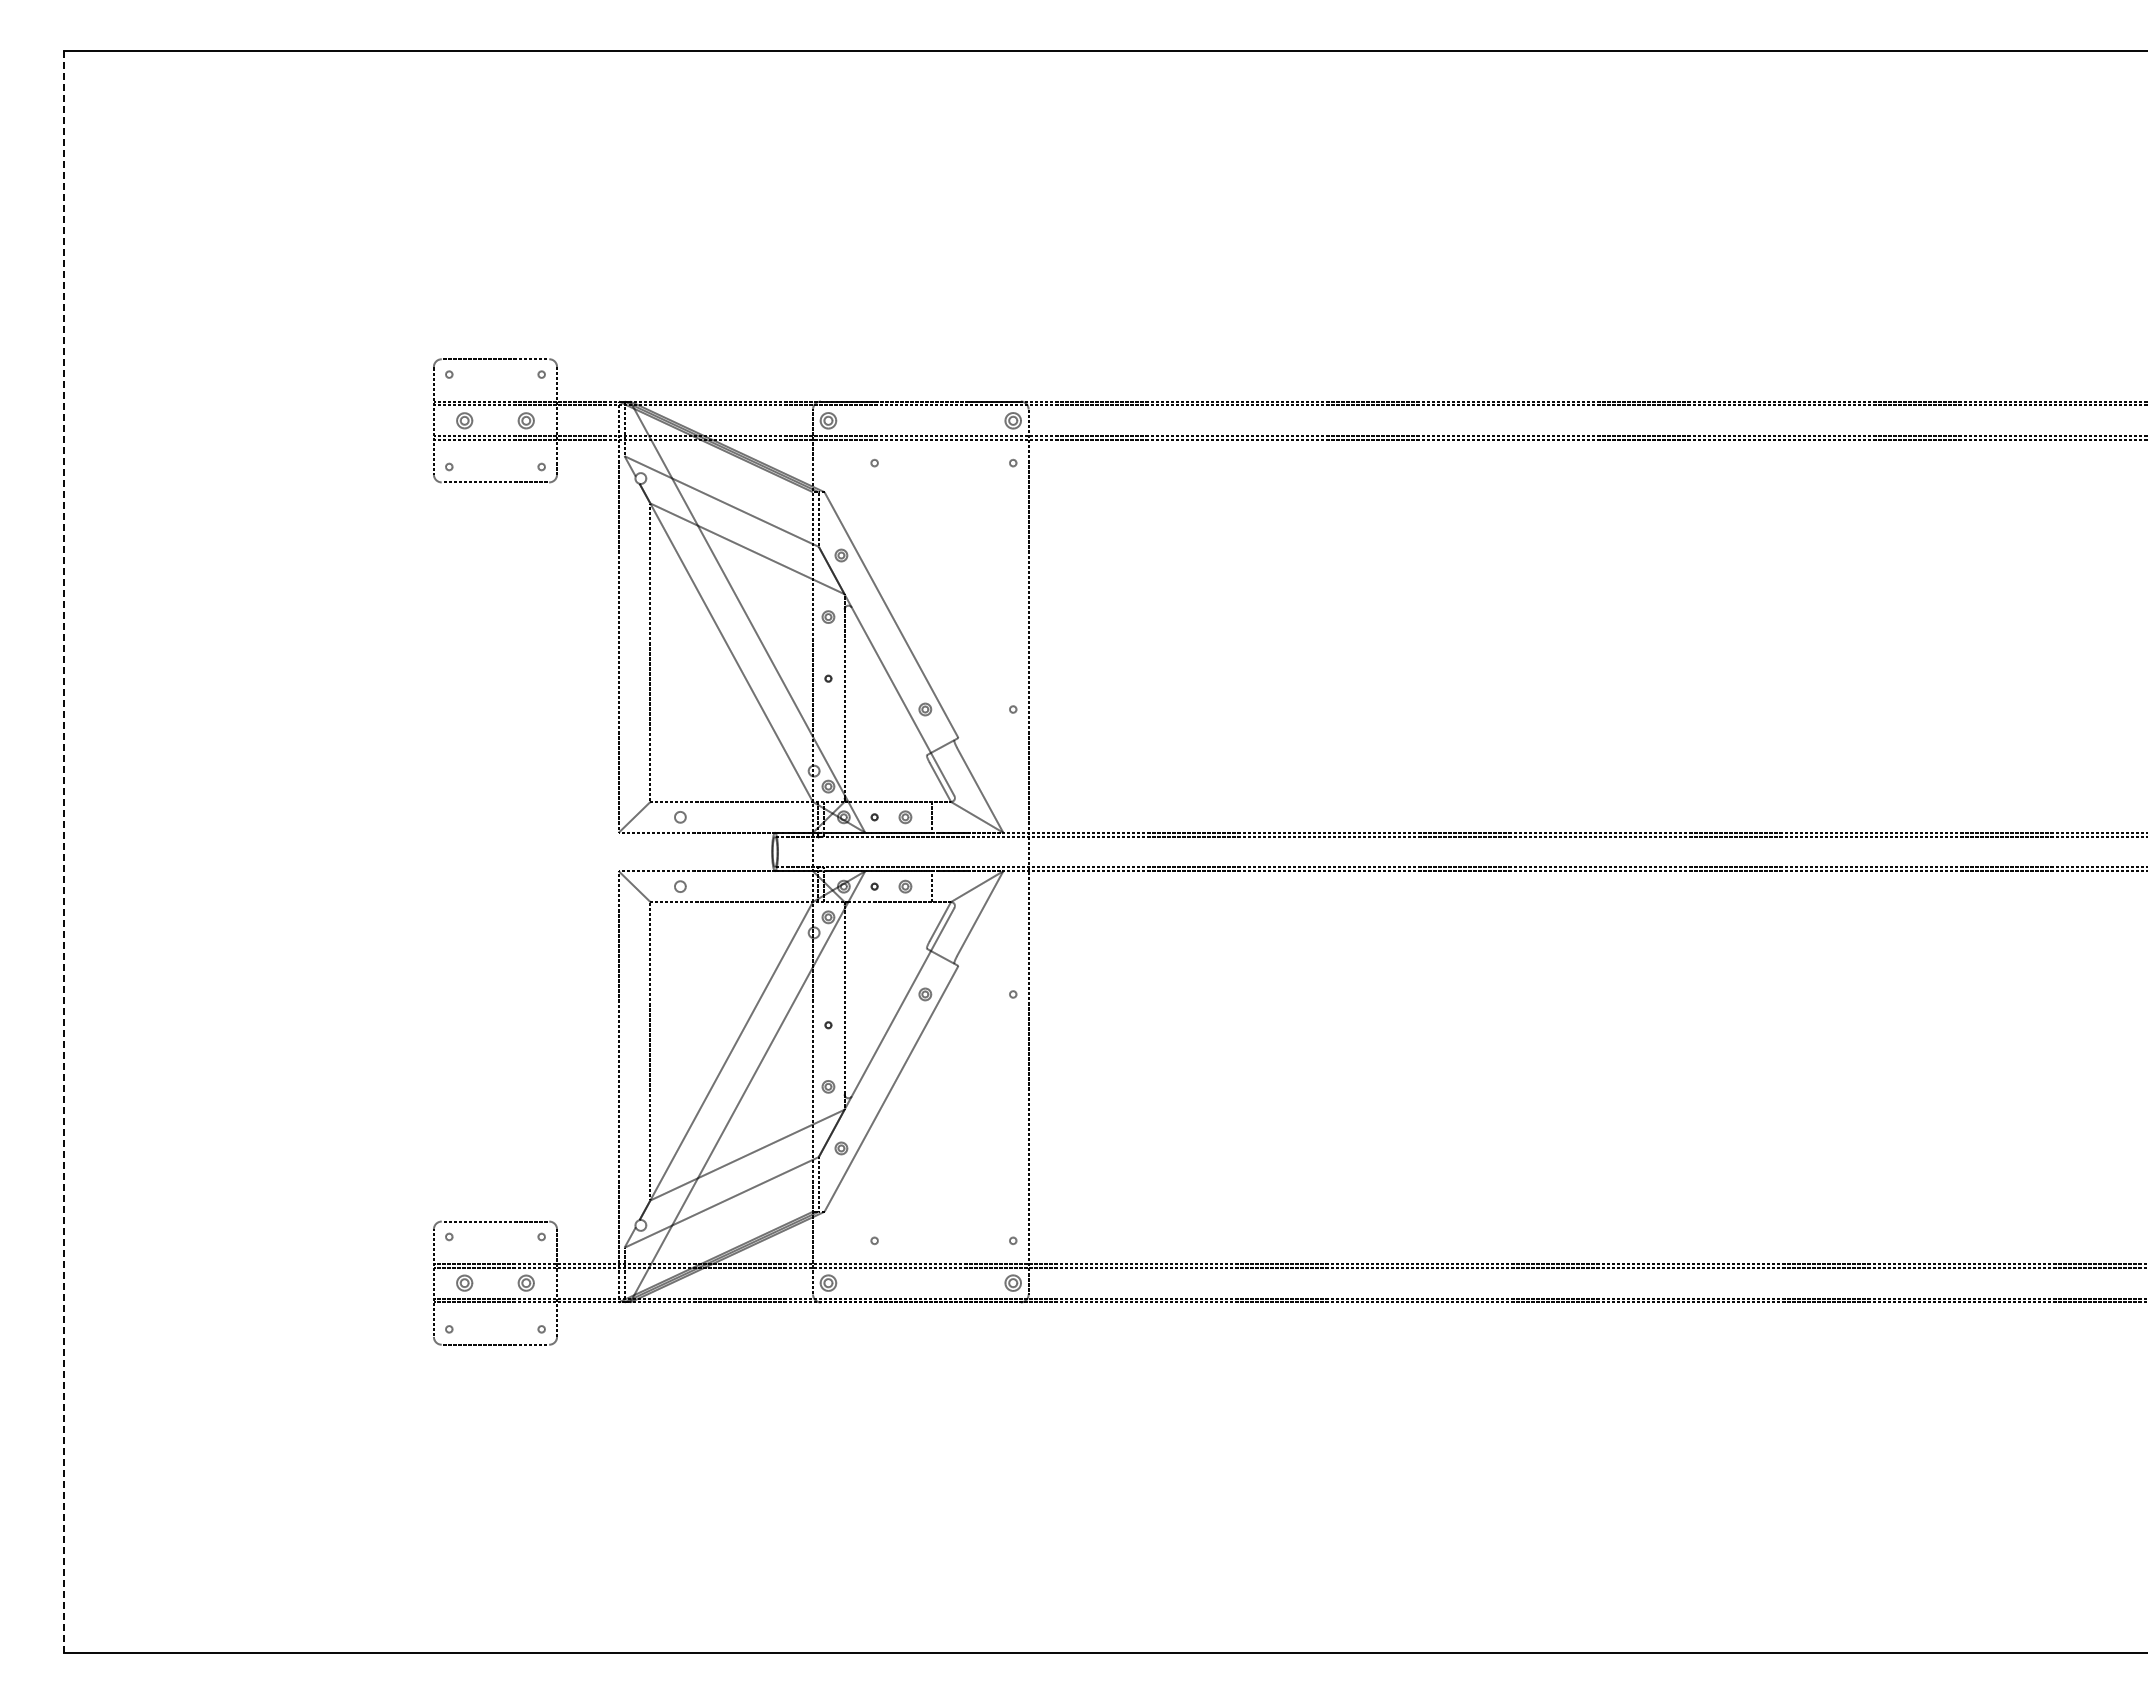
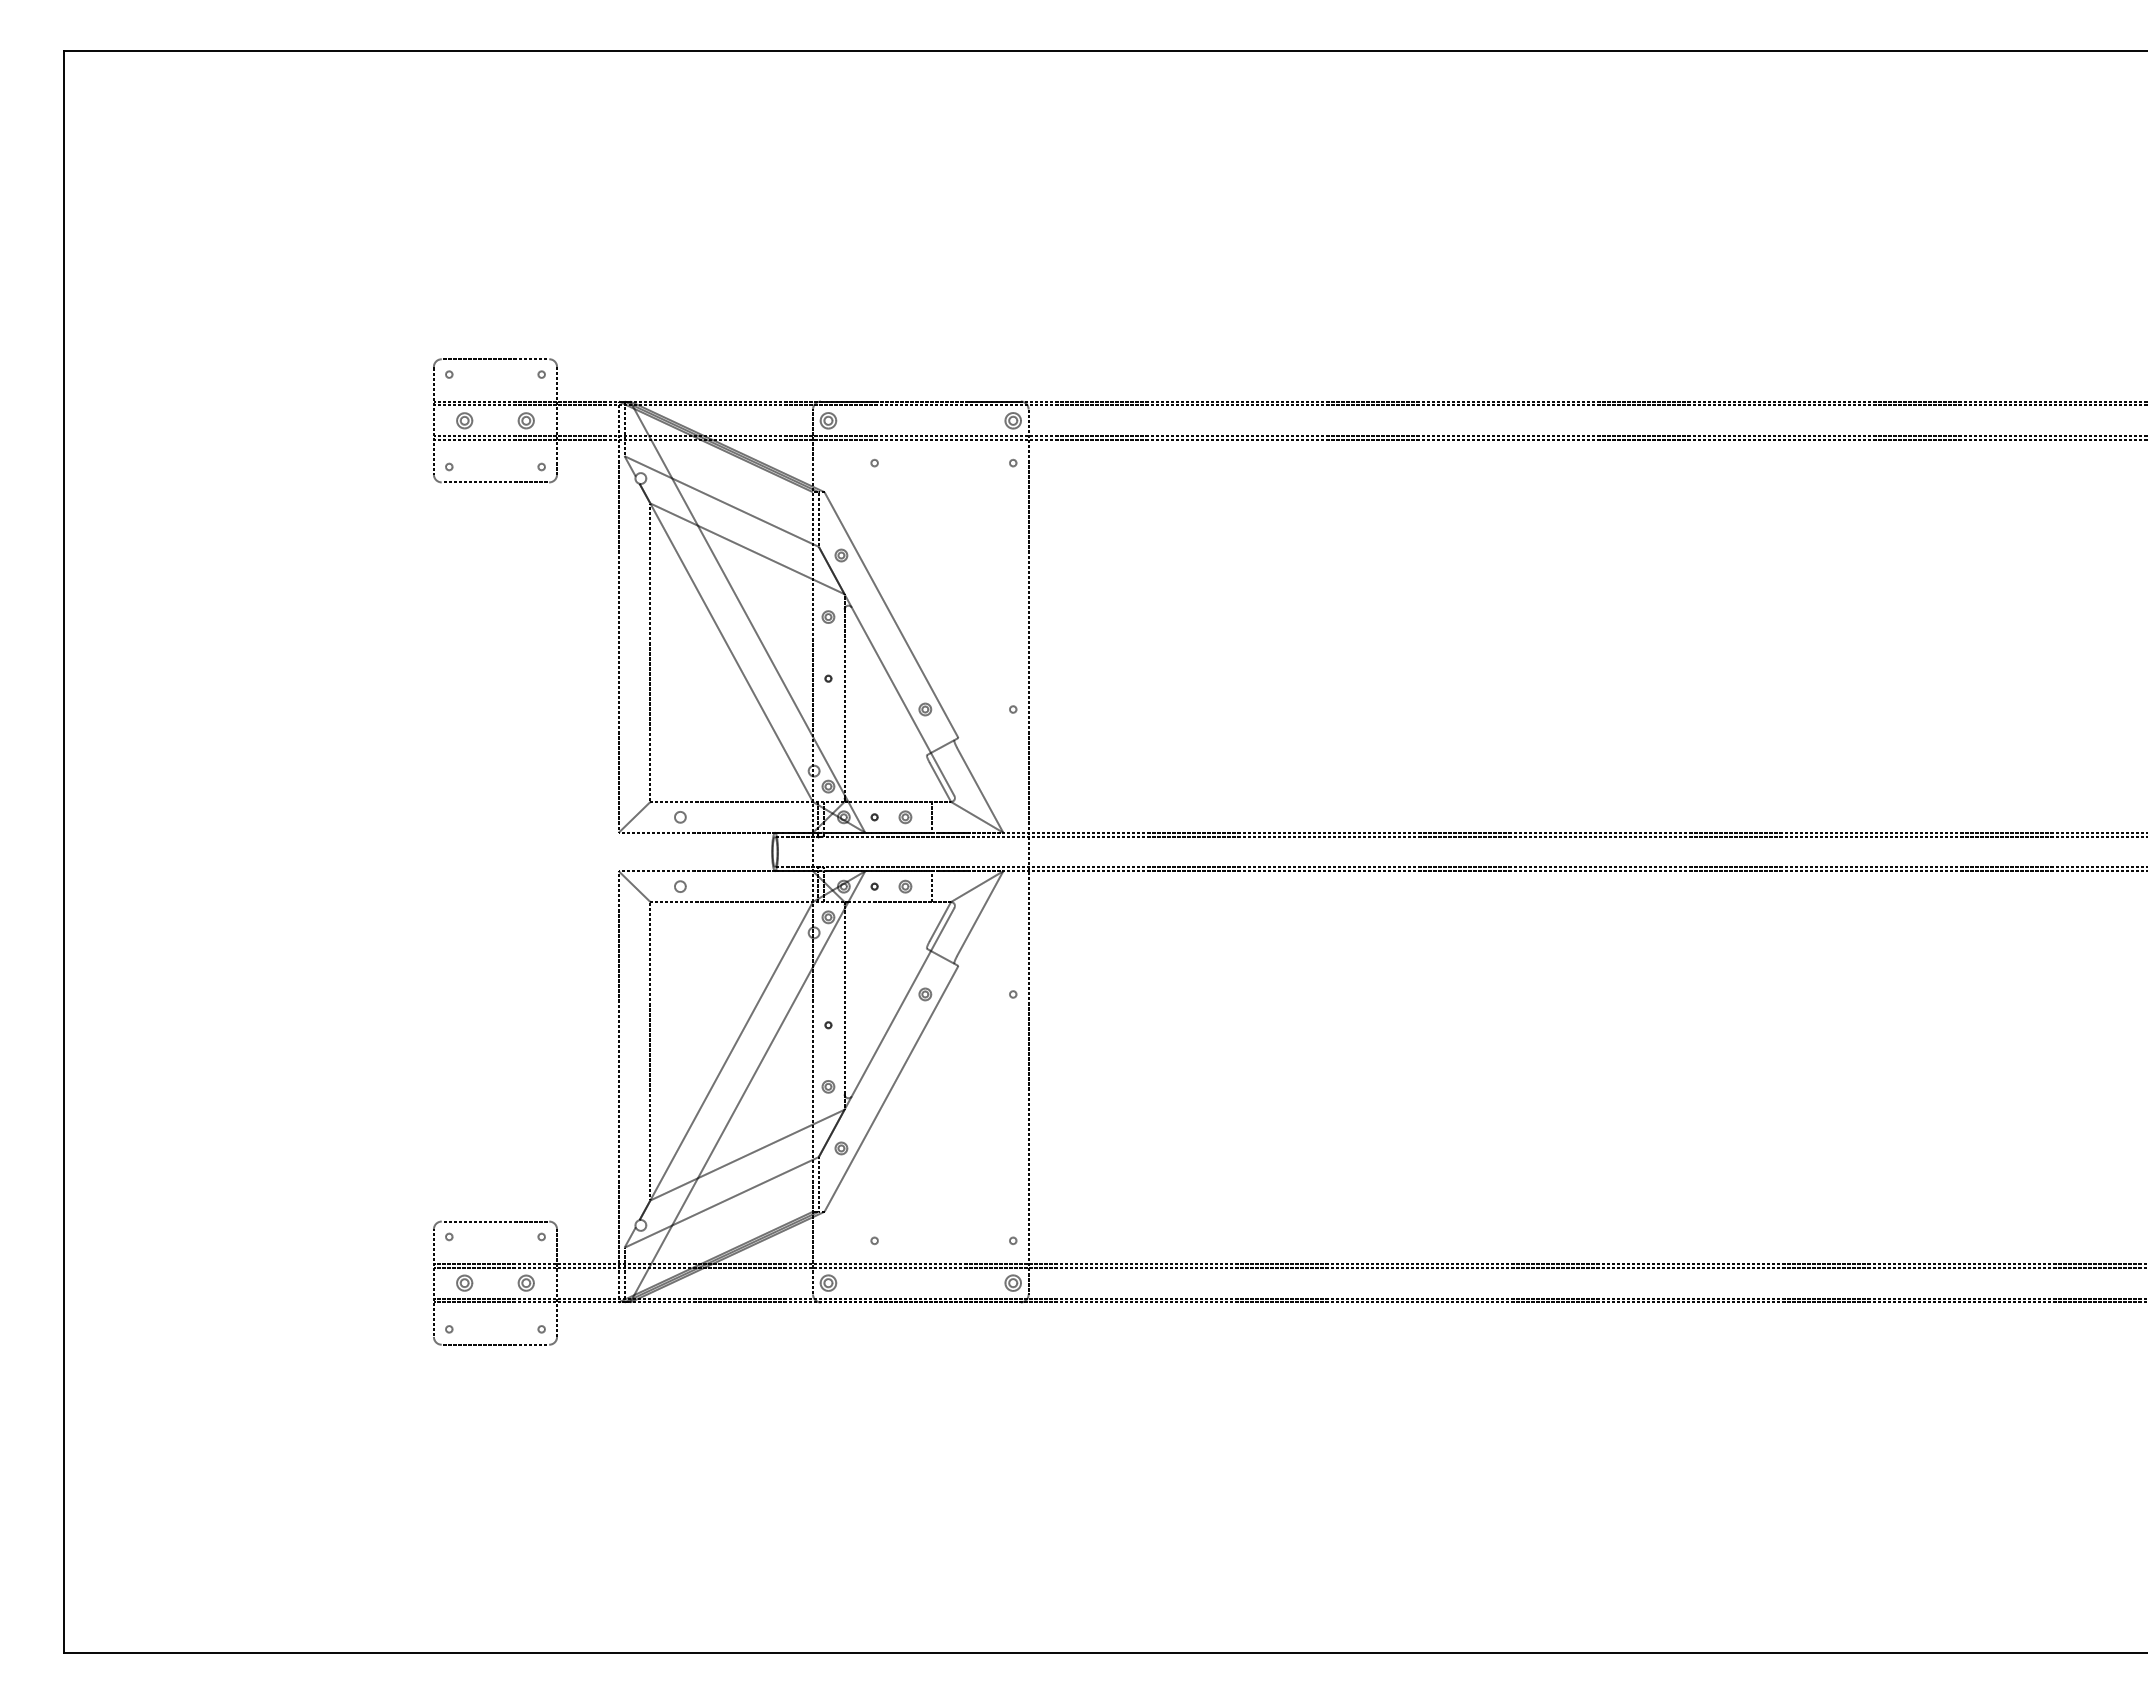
line at (64, 852): dashed -> solid
